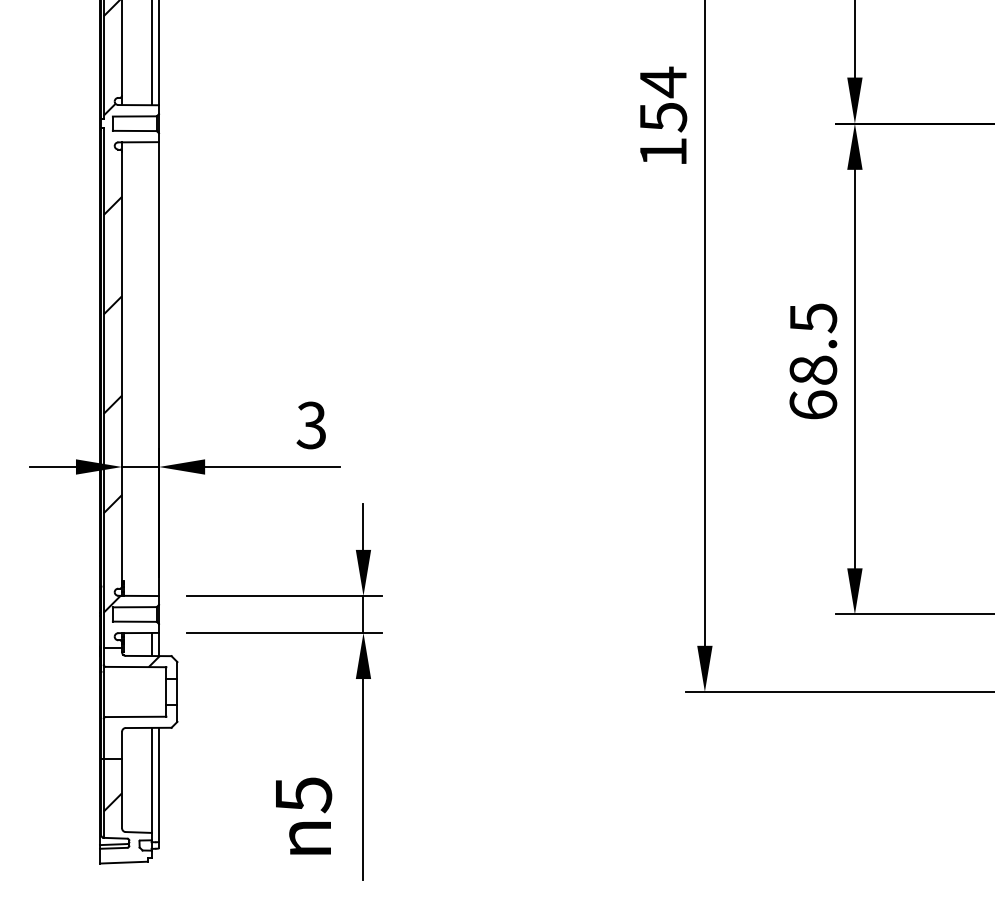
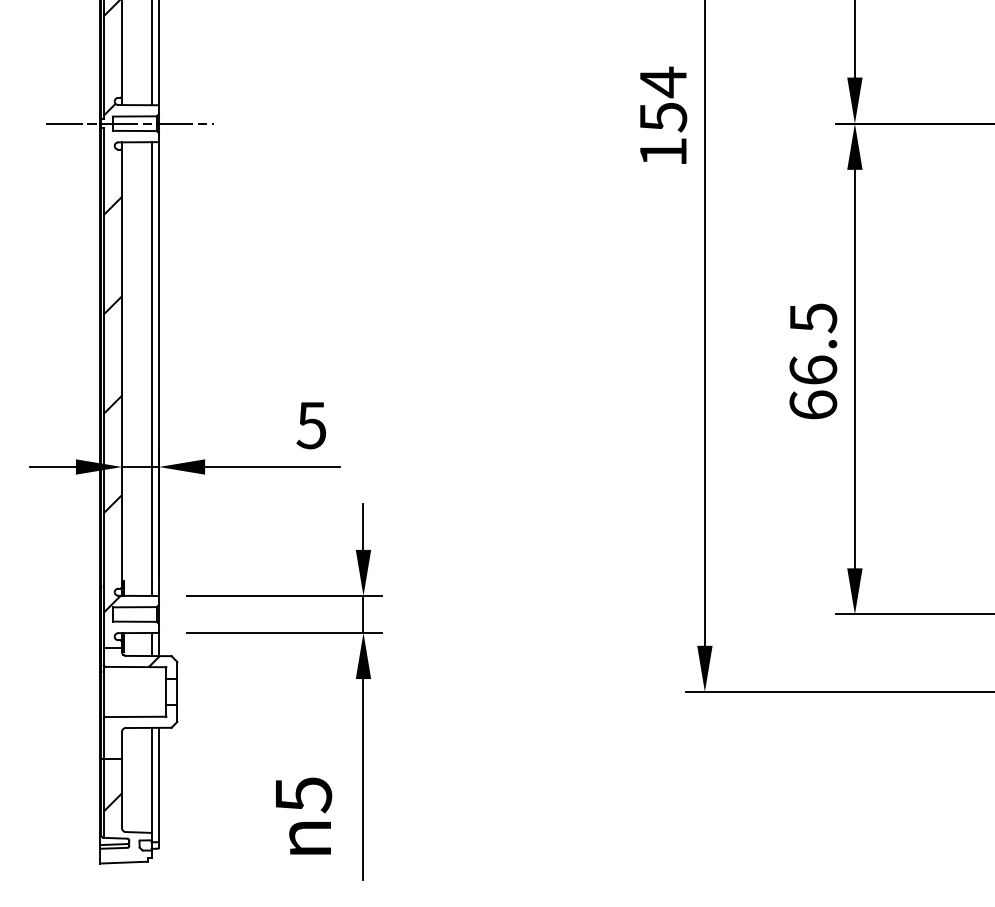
line at (130, 123): none -> present
line at (151, 368): none -> present
text at (813, 369): 68.5 -> 66.5
text at (310, 424): 3 -> 5
